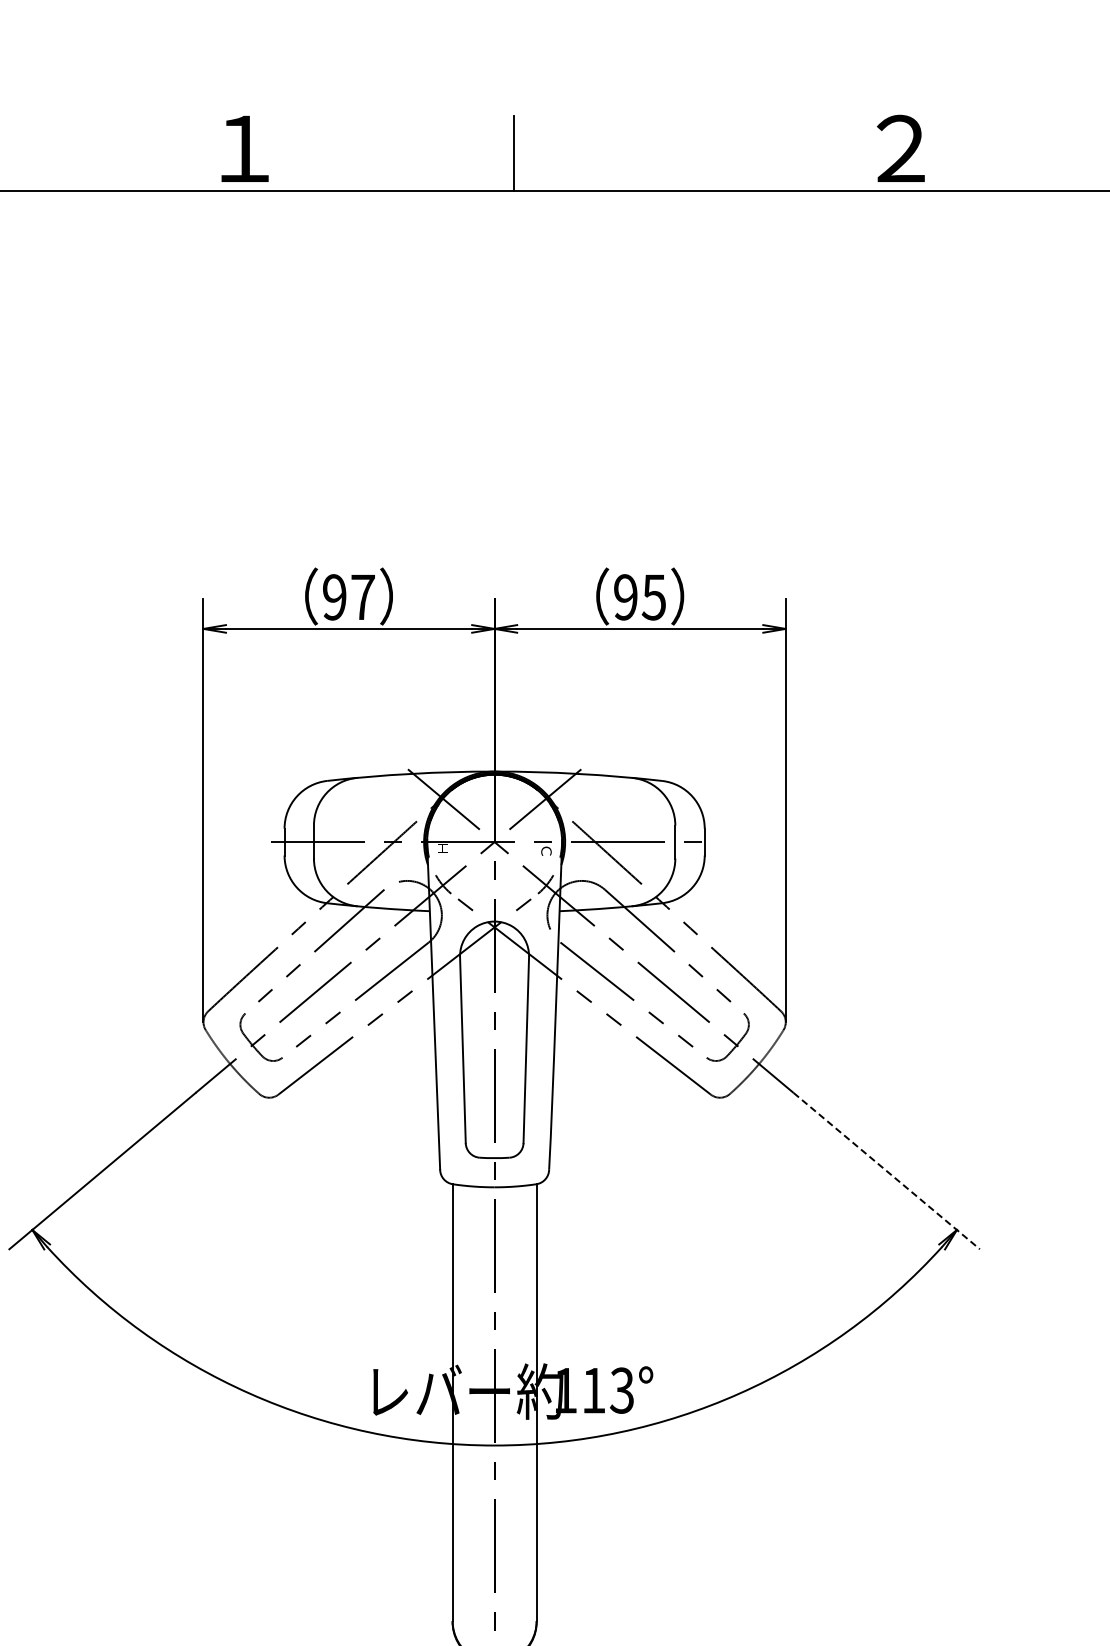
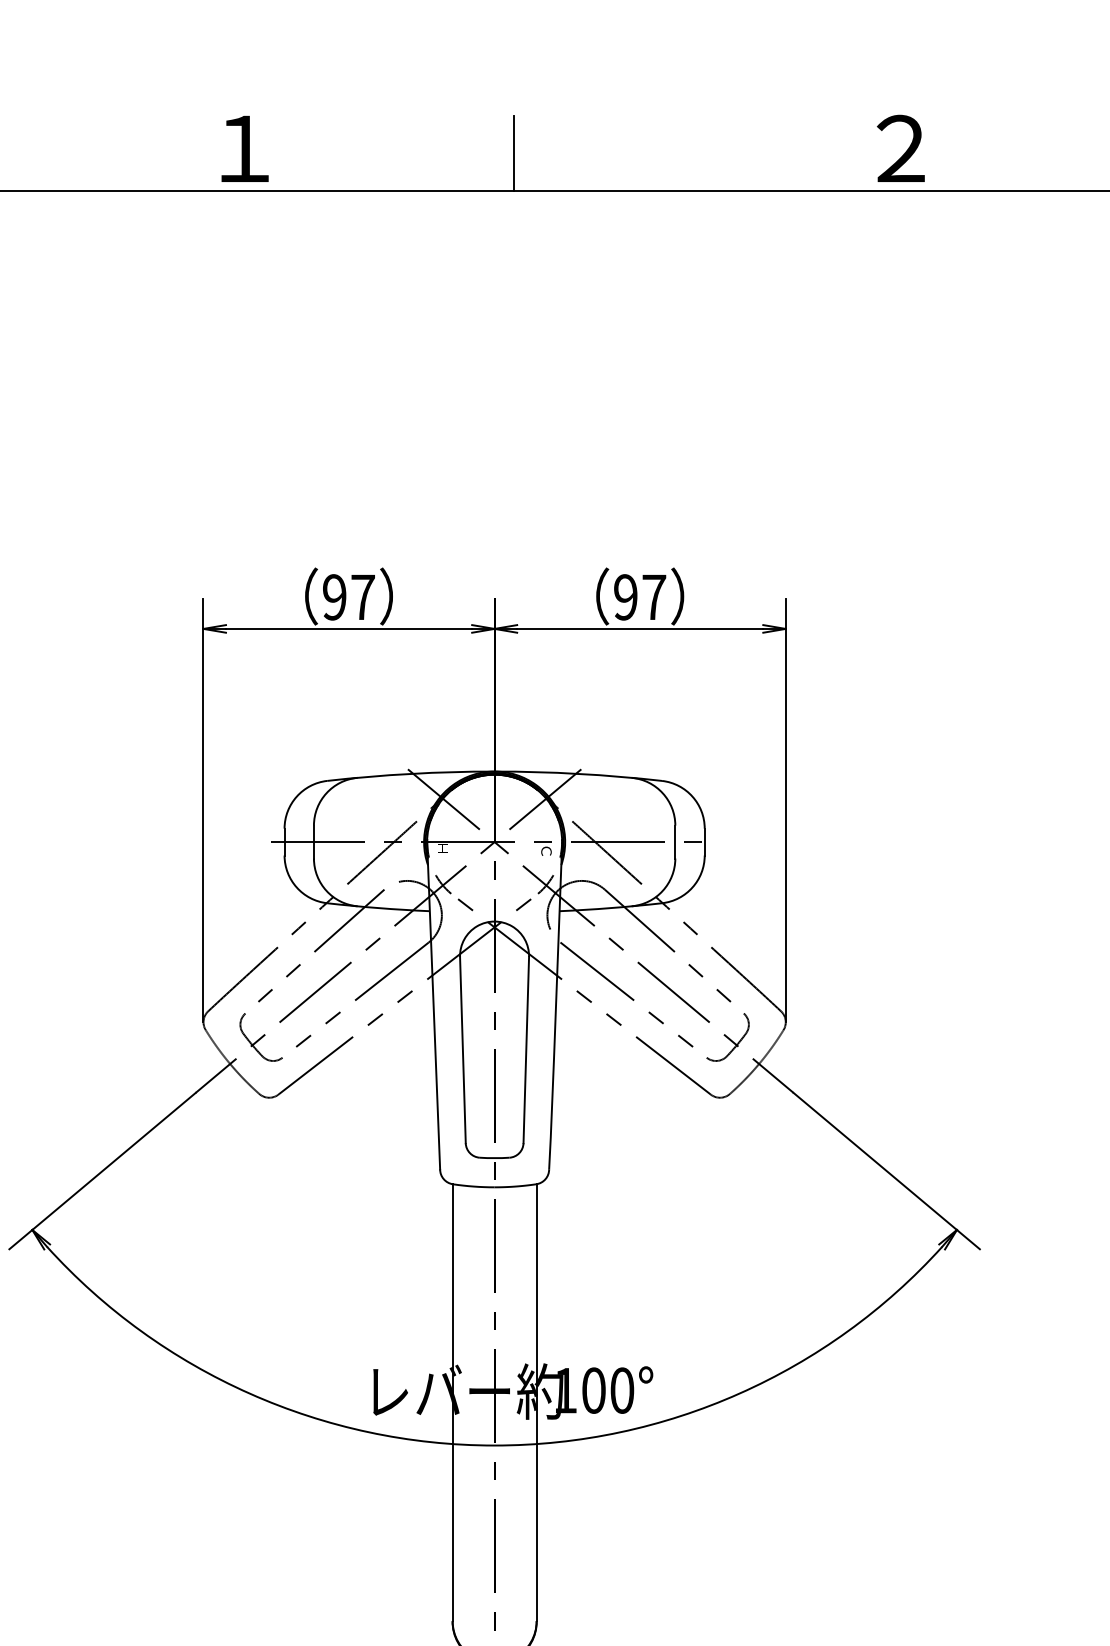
text at (653, 597): 95 -> 97
line at (886, 1171): dashed -> solid
text at (608, 1390): 113° -> 100°
